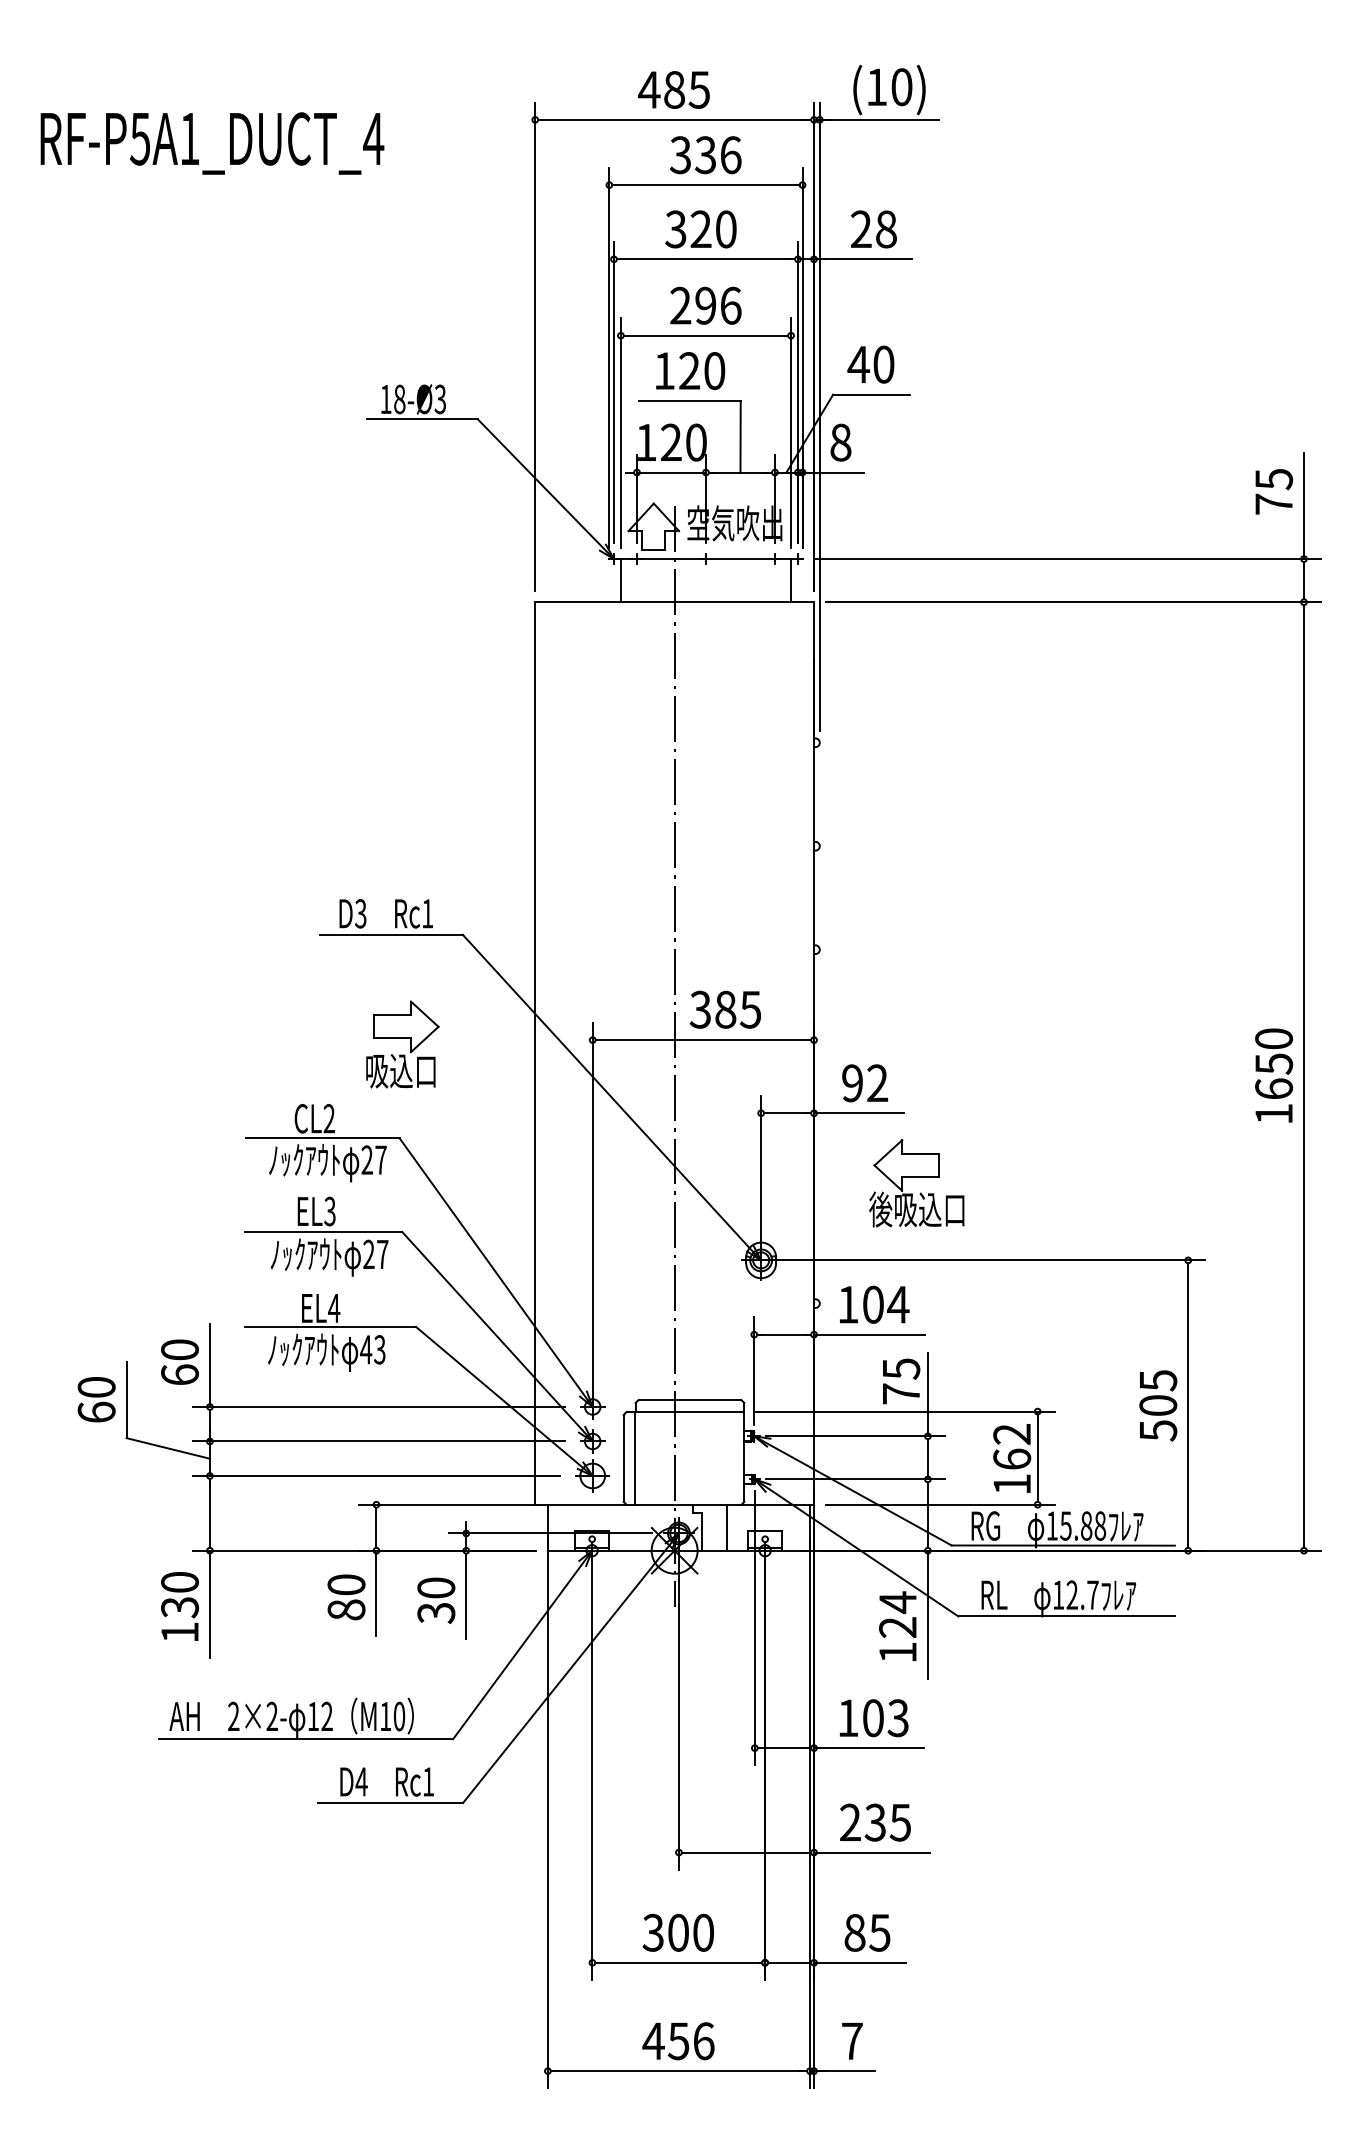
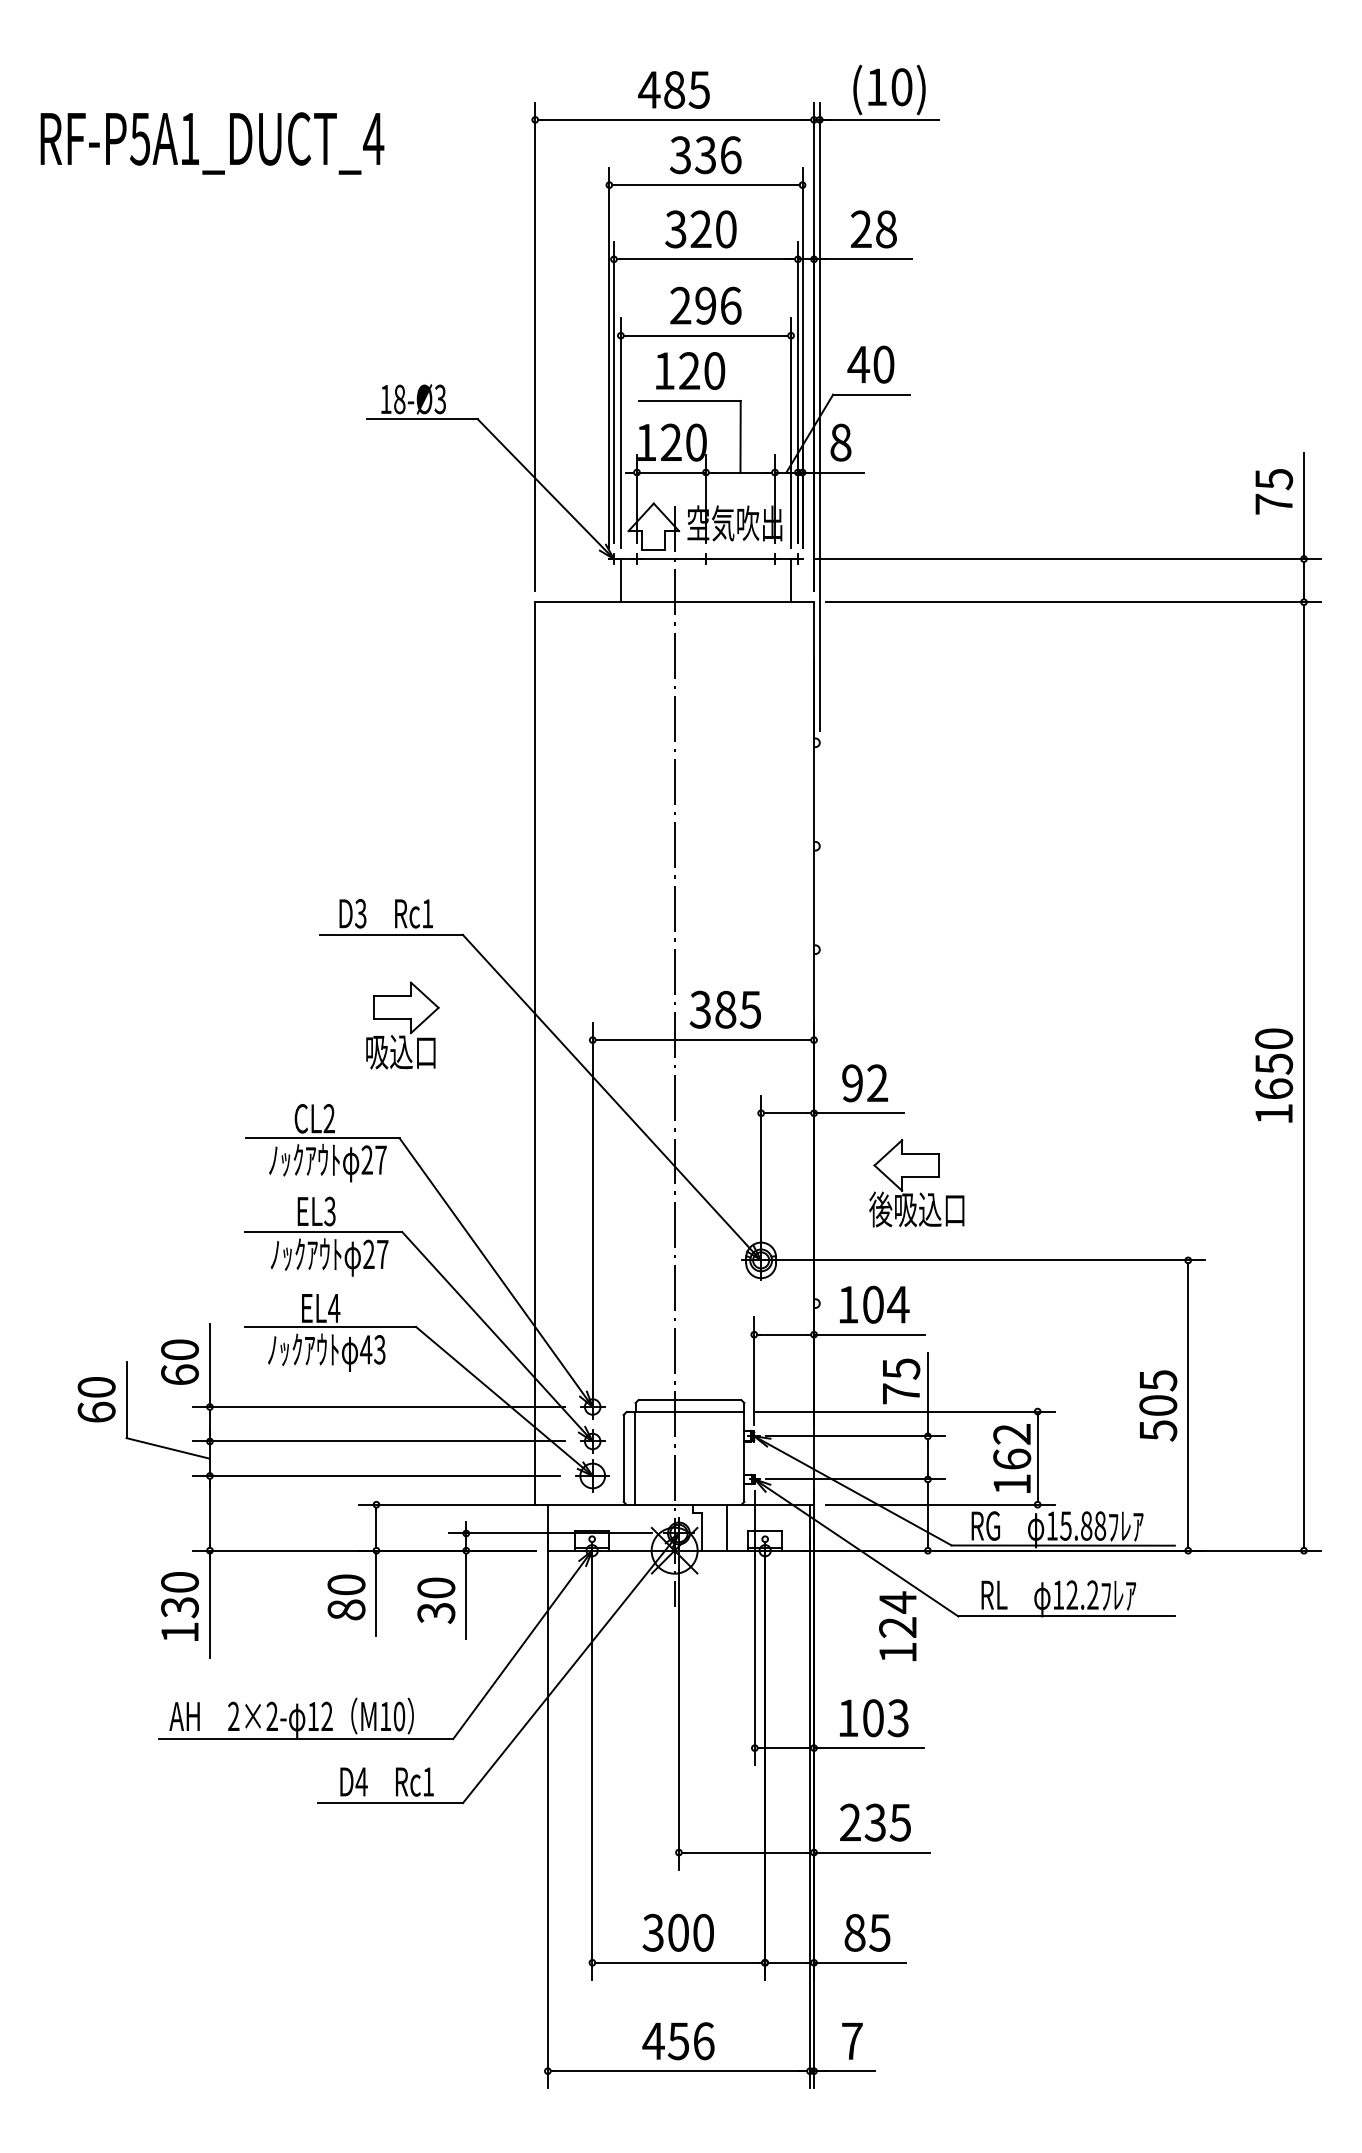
part at (402, 1044) position: (402, 1044) -> (402, 1025)
text at (1092, 1594): 12.7 -> 12.2
line at (927, 1614): present -> none
